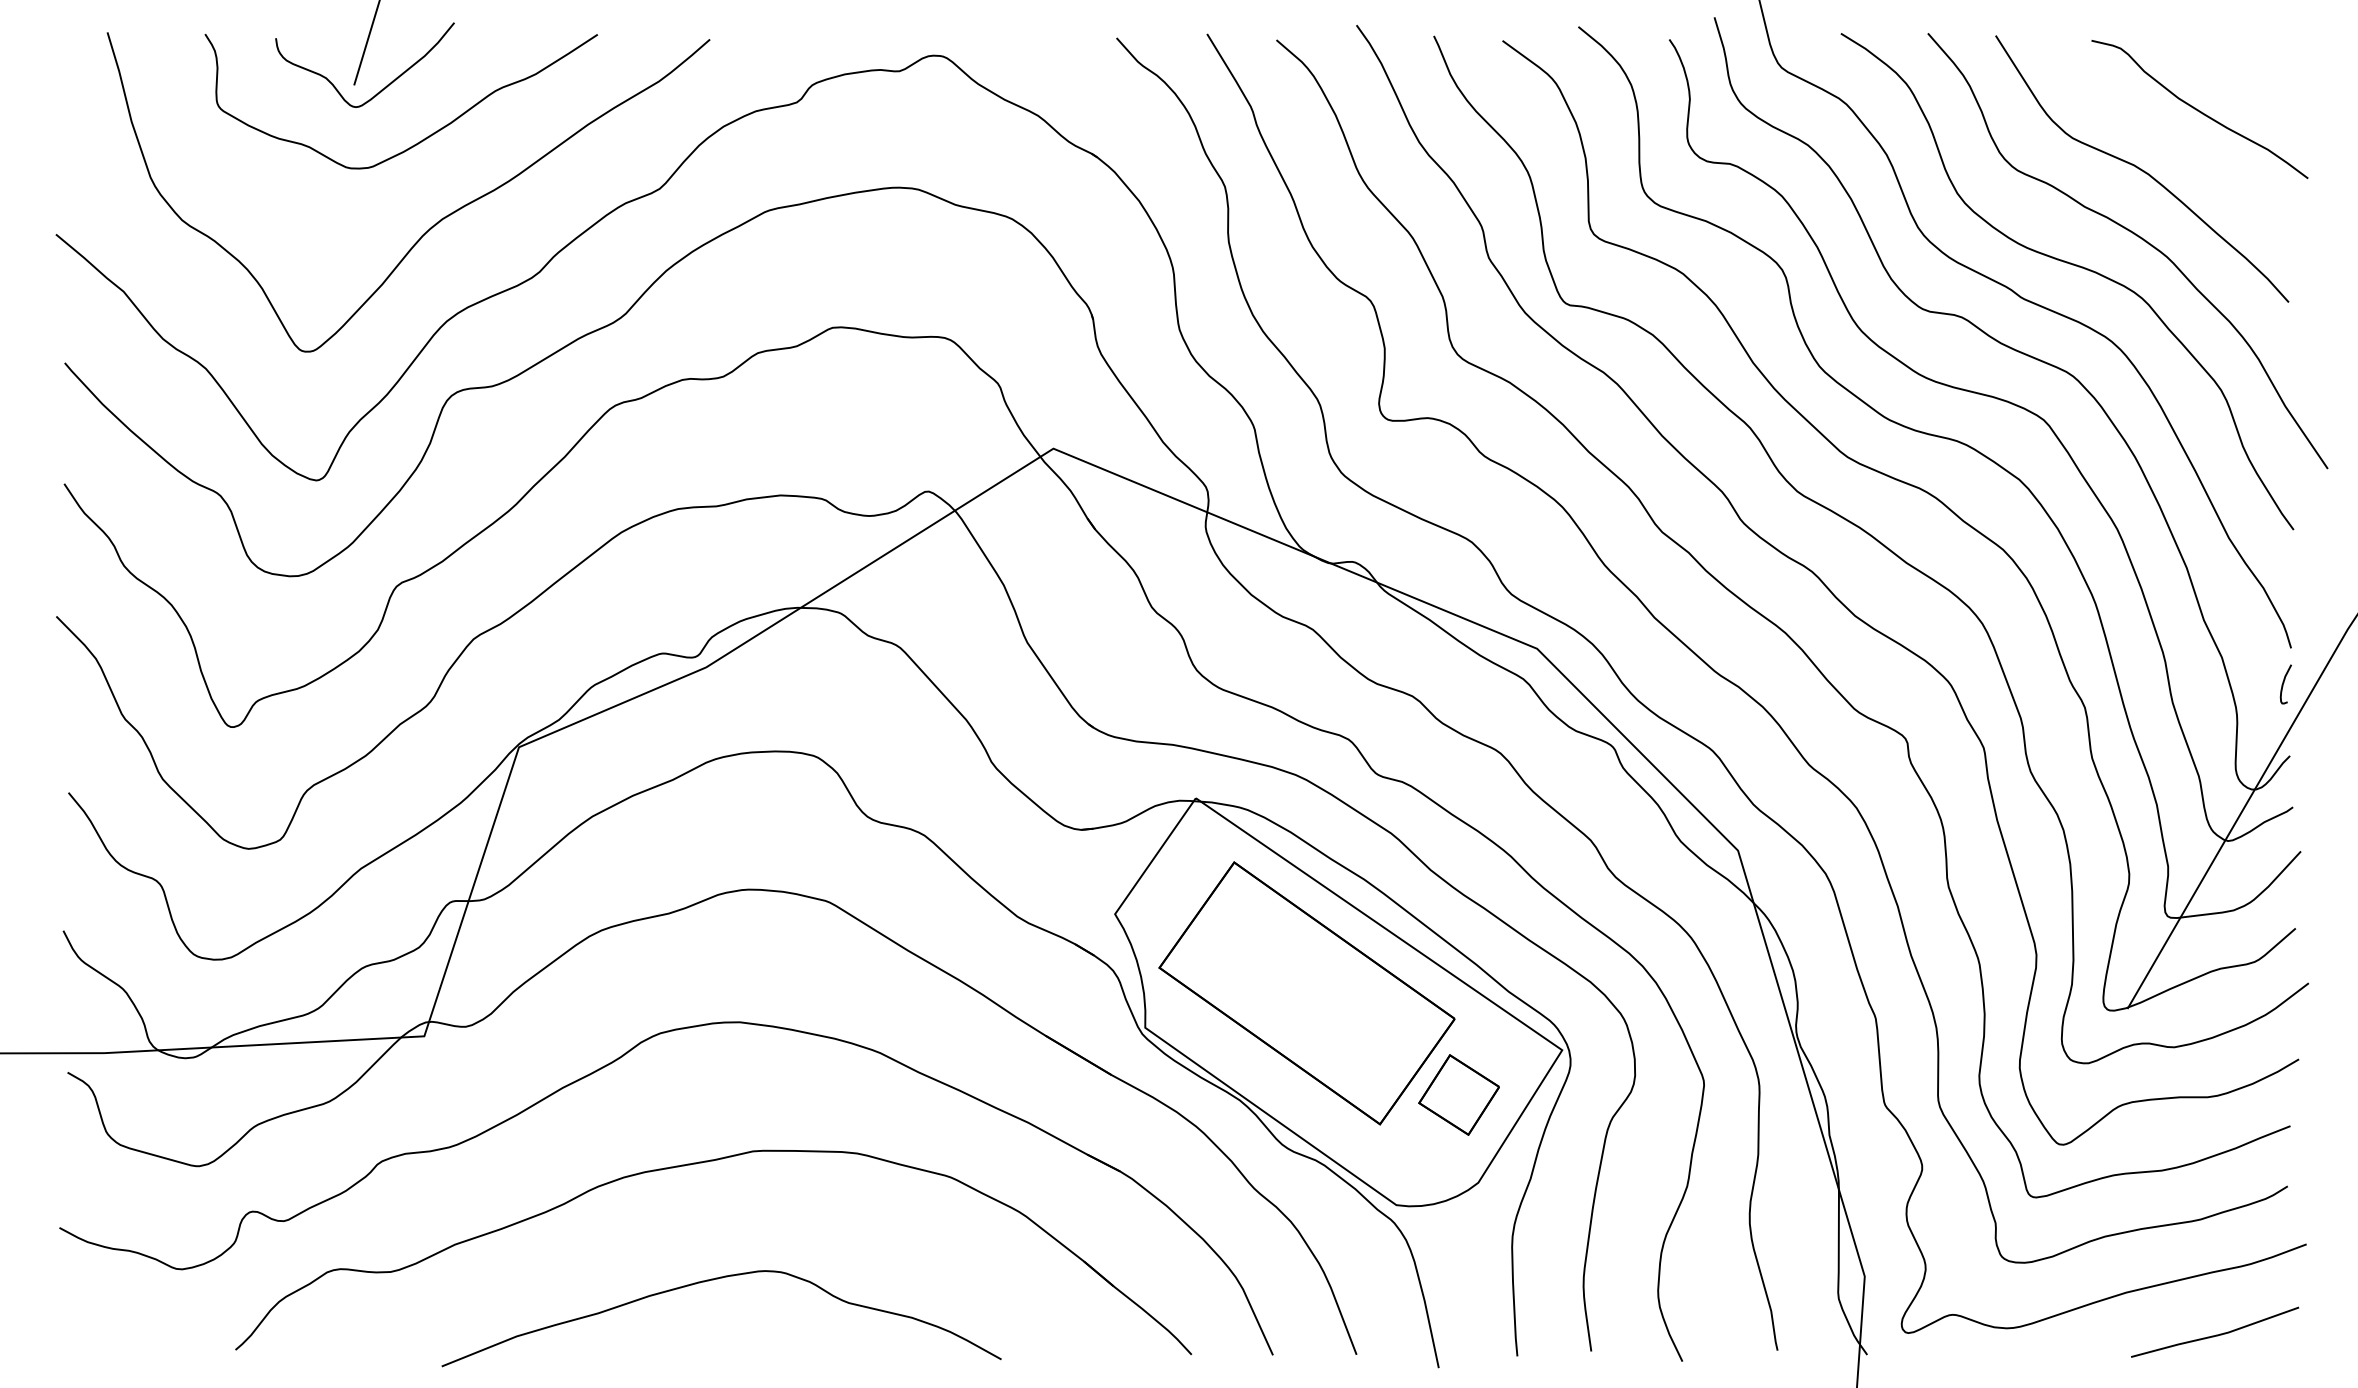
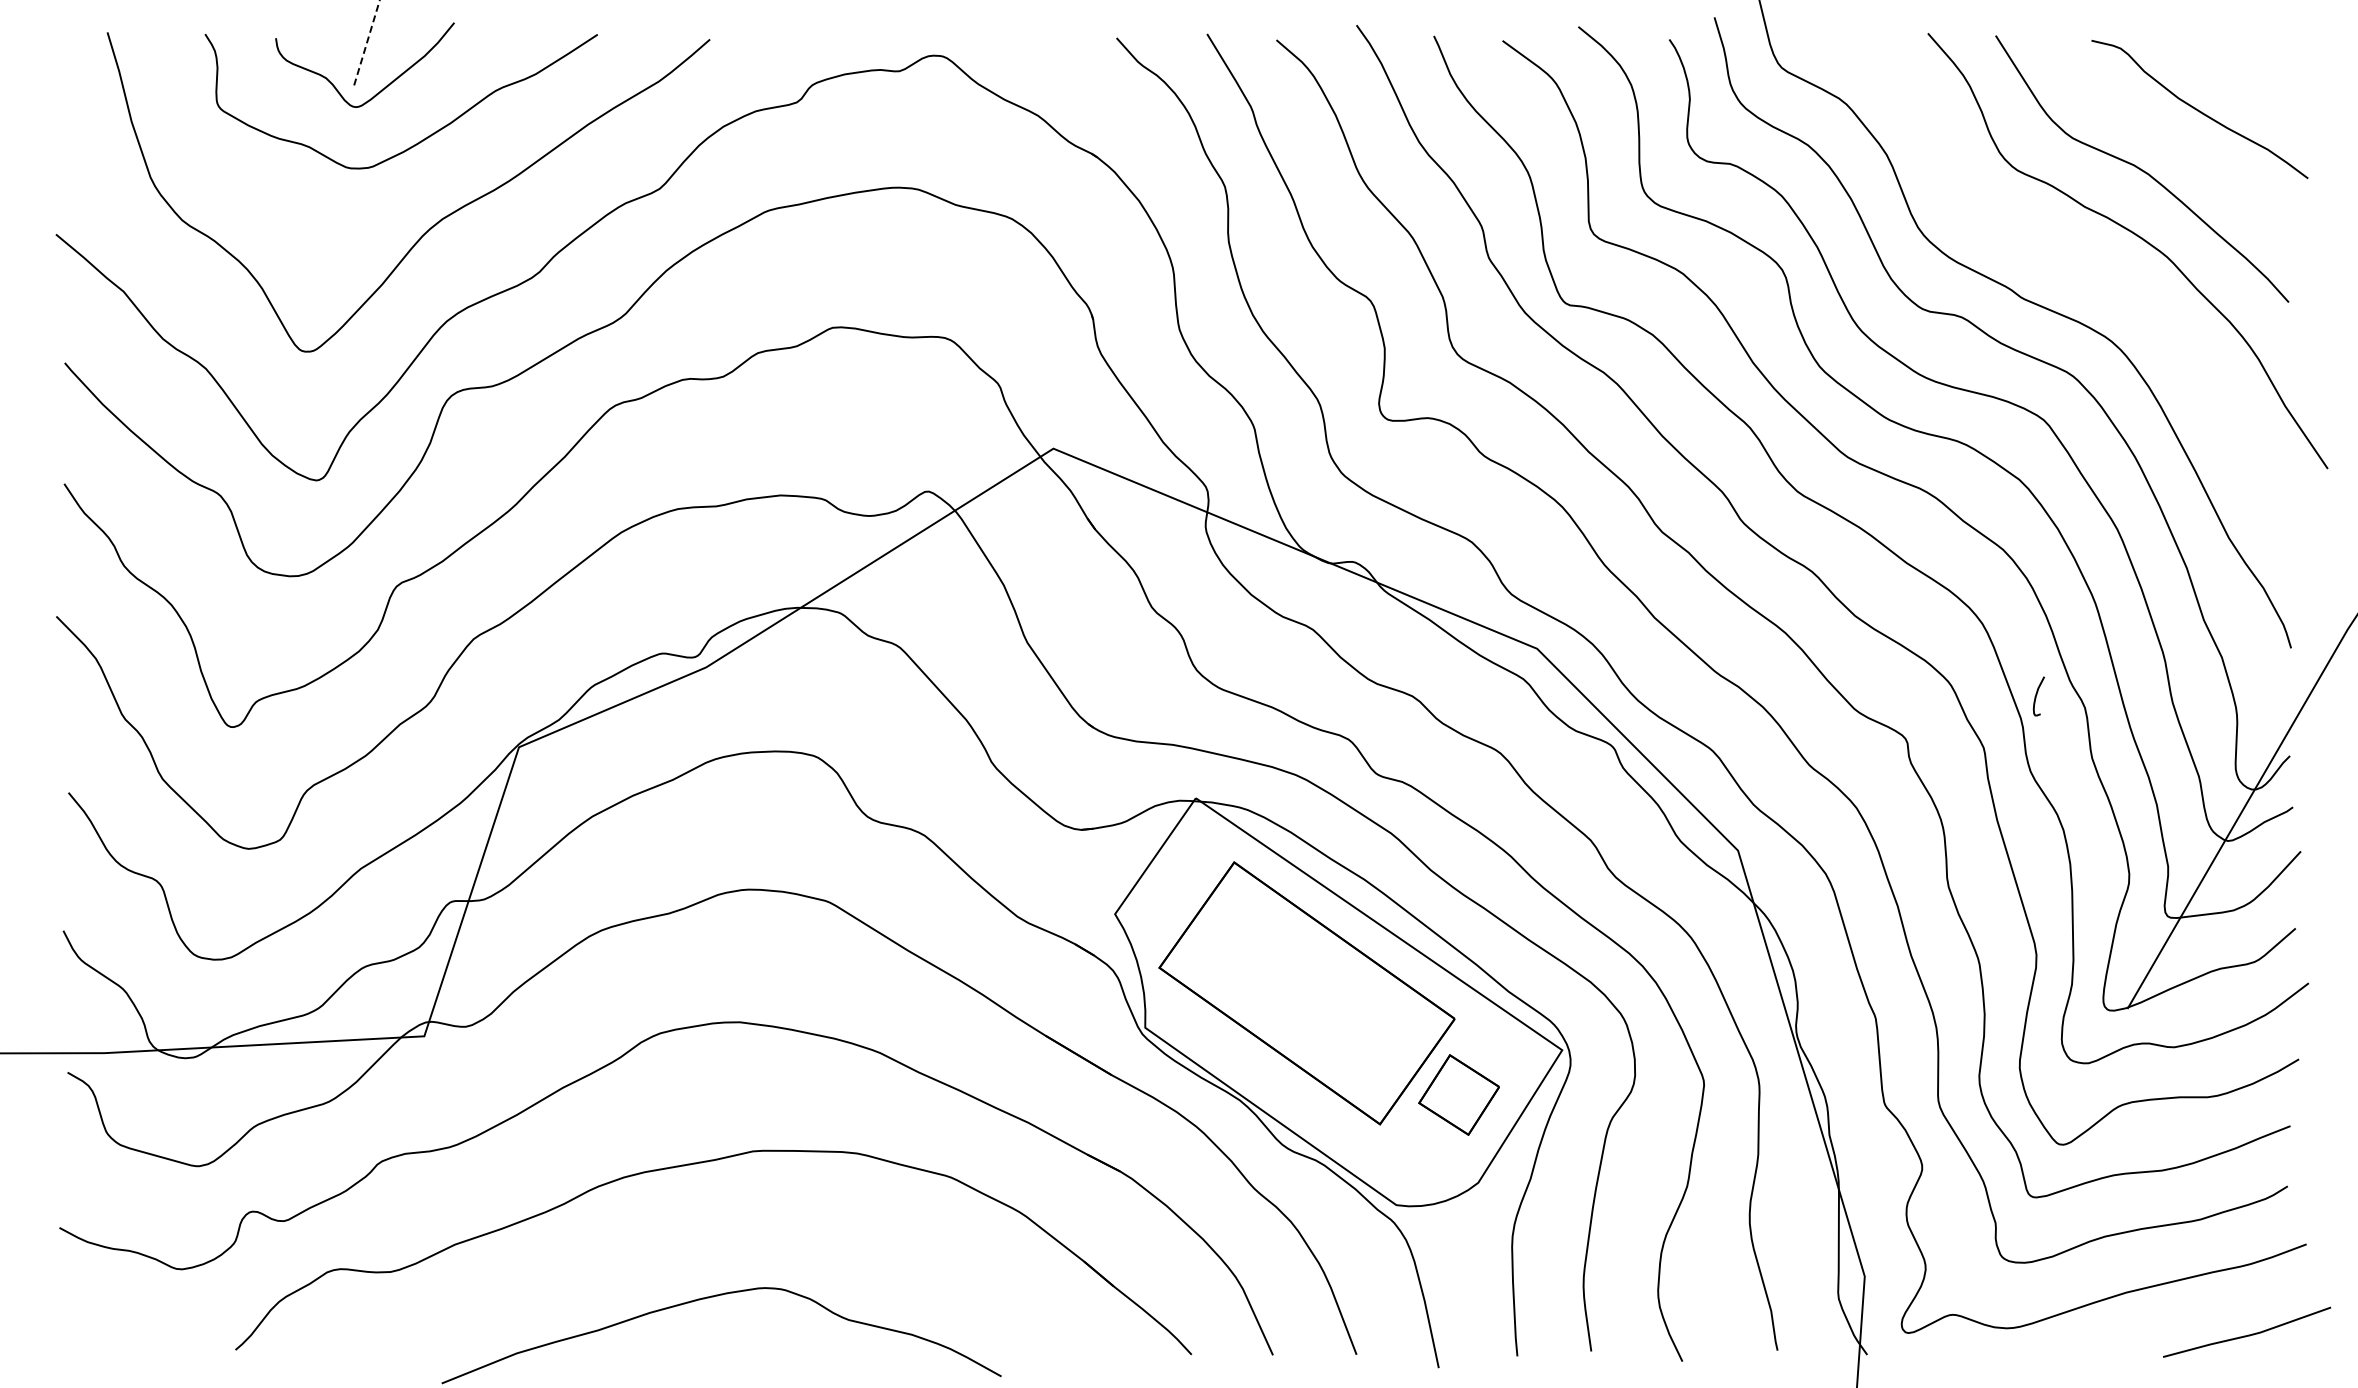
line at (367, 42): solid -> dashed
curve at (2072, 265): present -> none
curve at (2284, 683) position: (2284, 683) -> (2037, 695)
curve at (713, 1280) position: (713, 1280) -> (713, 1297)
line at (2216, 1334) position: (2216, 1334) -> (2248, 1334)
